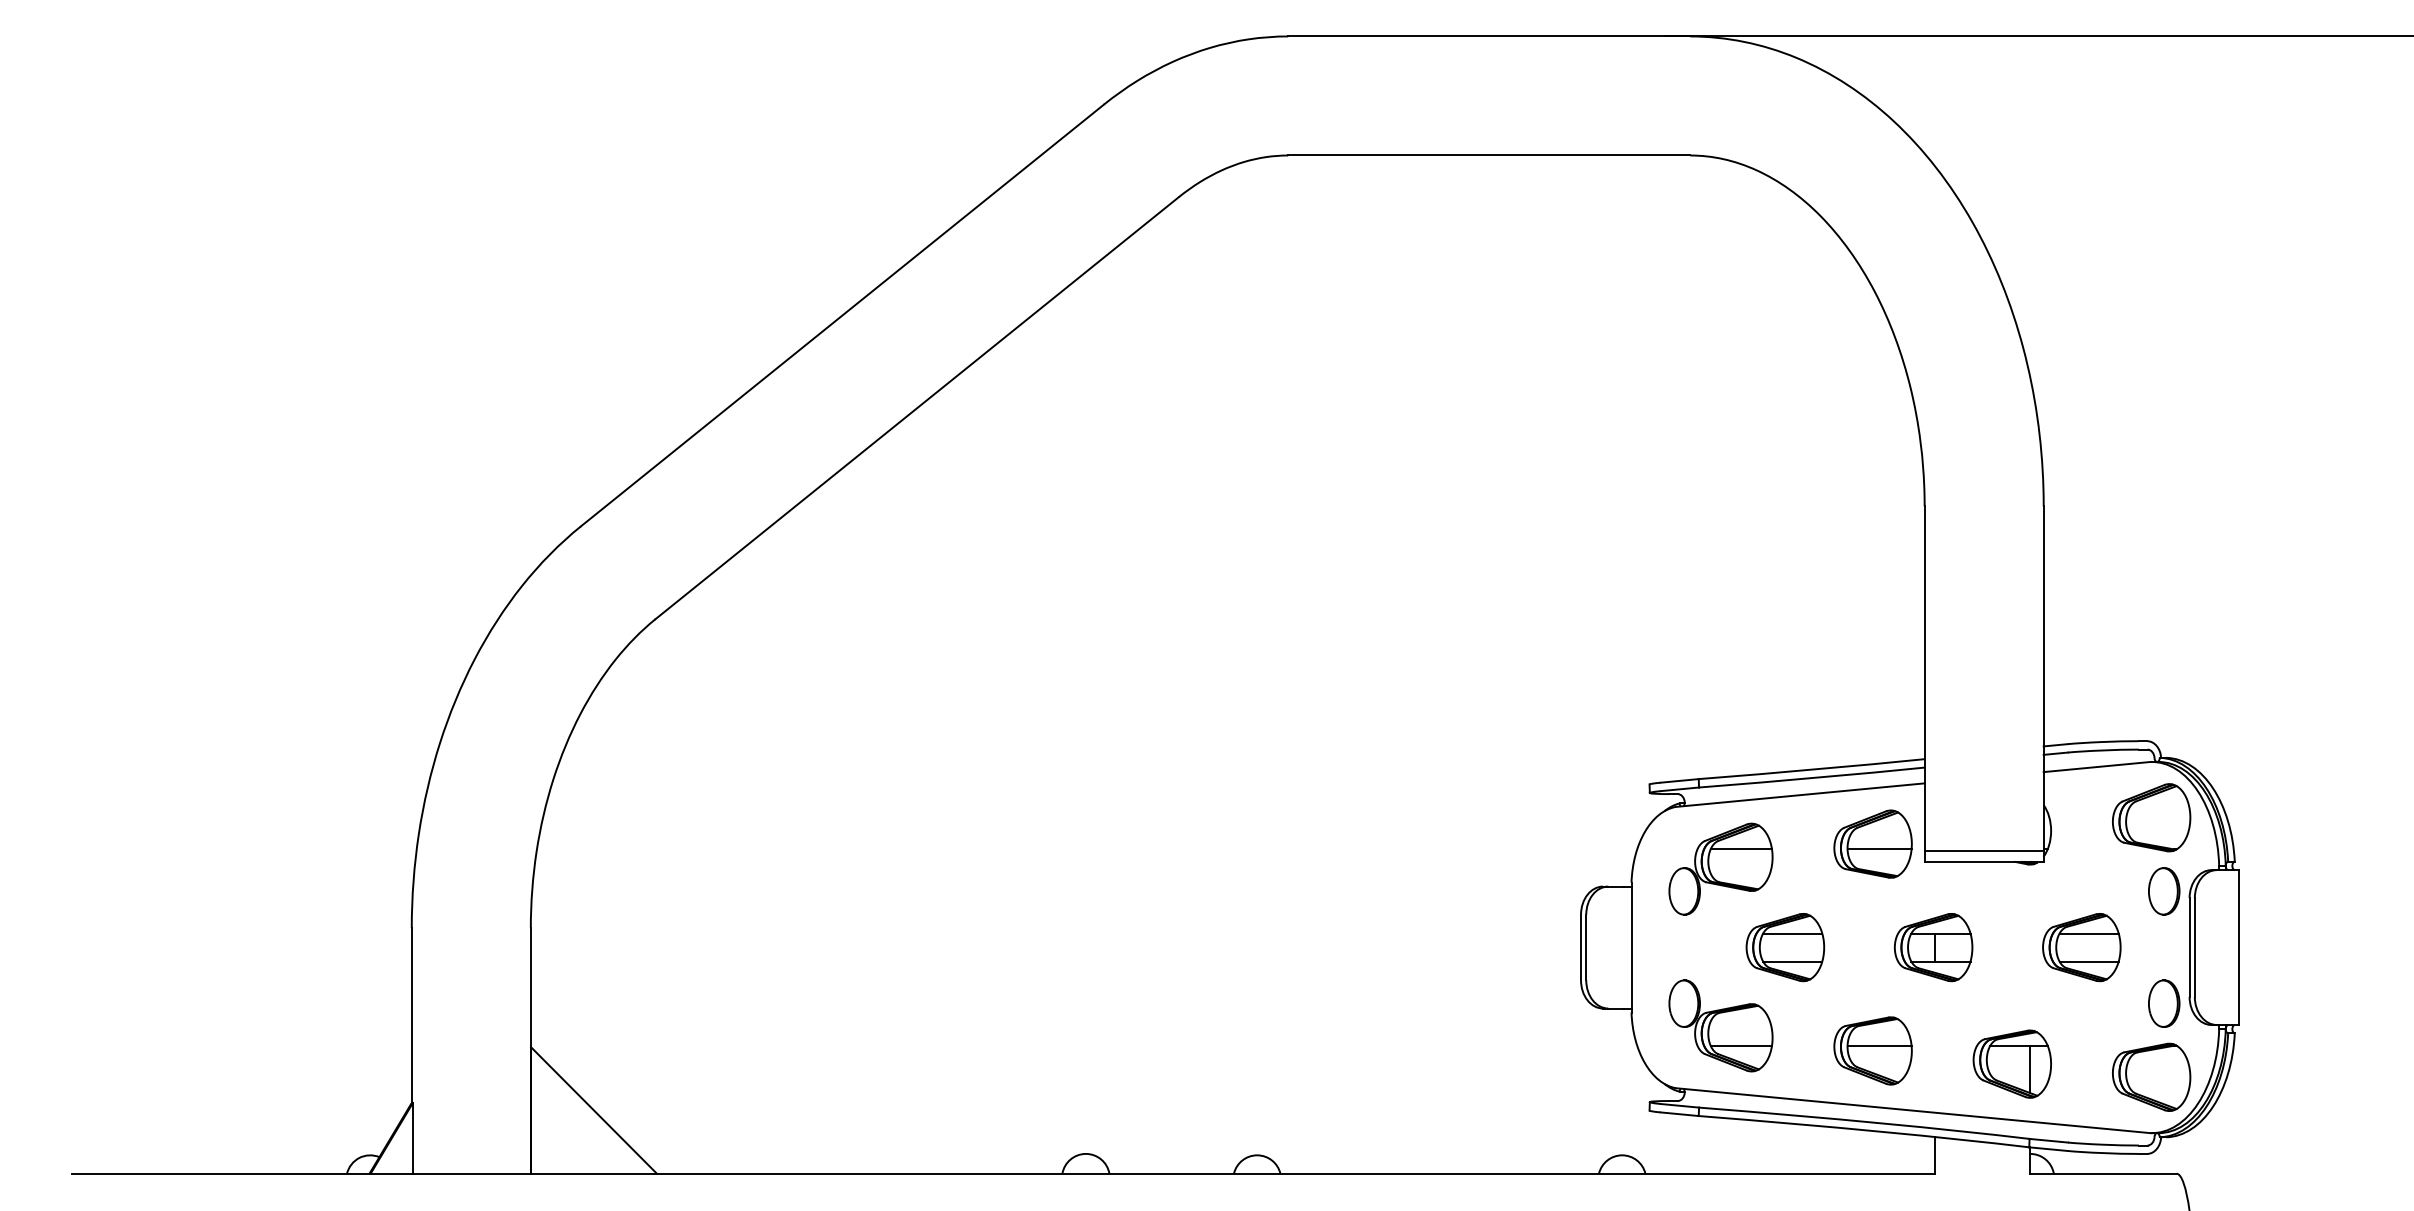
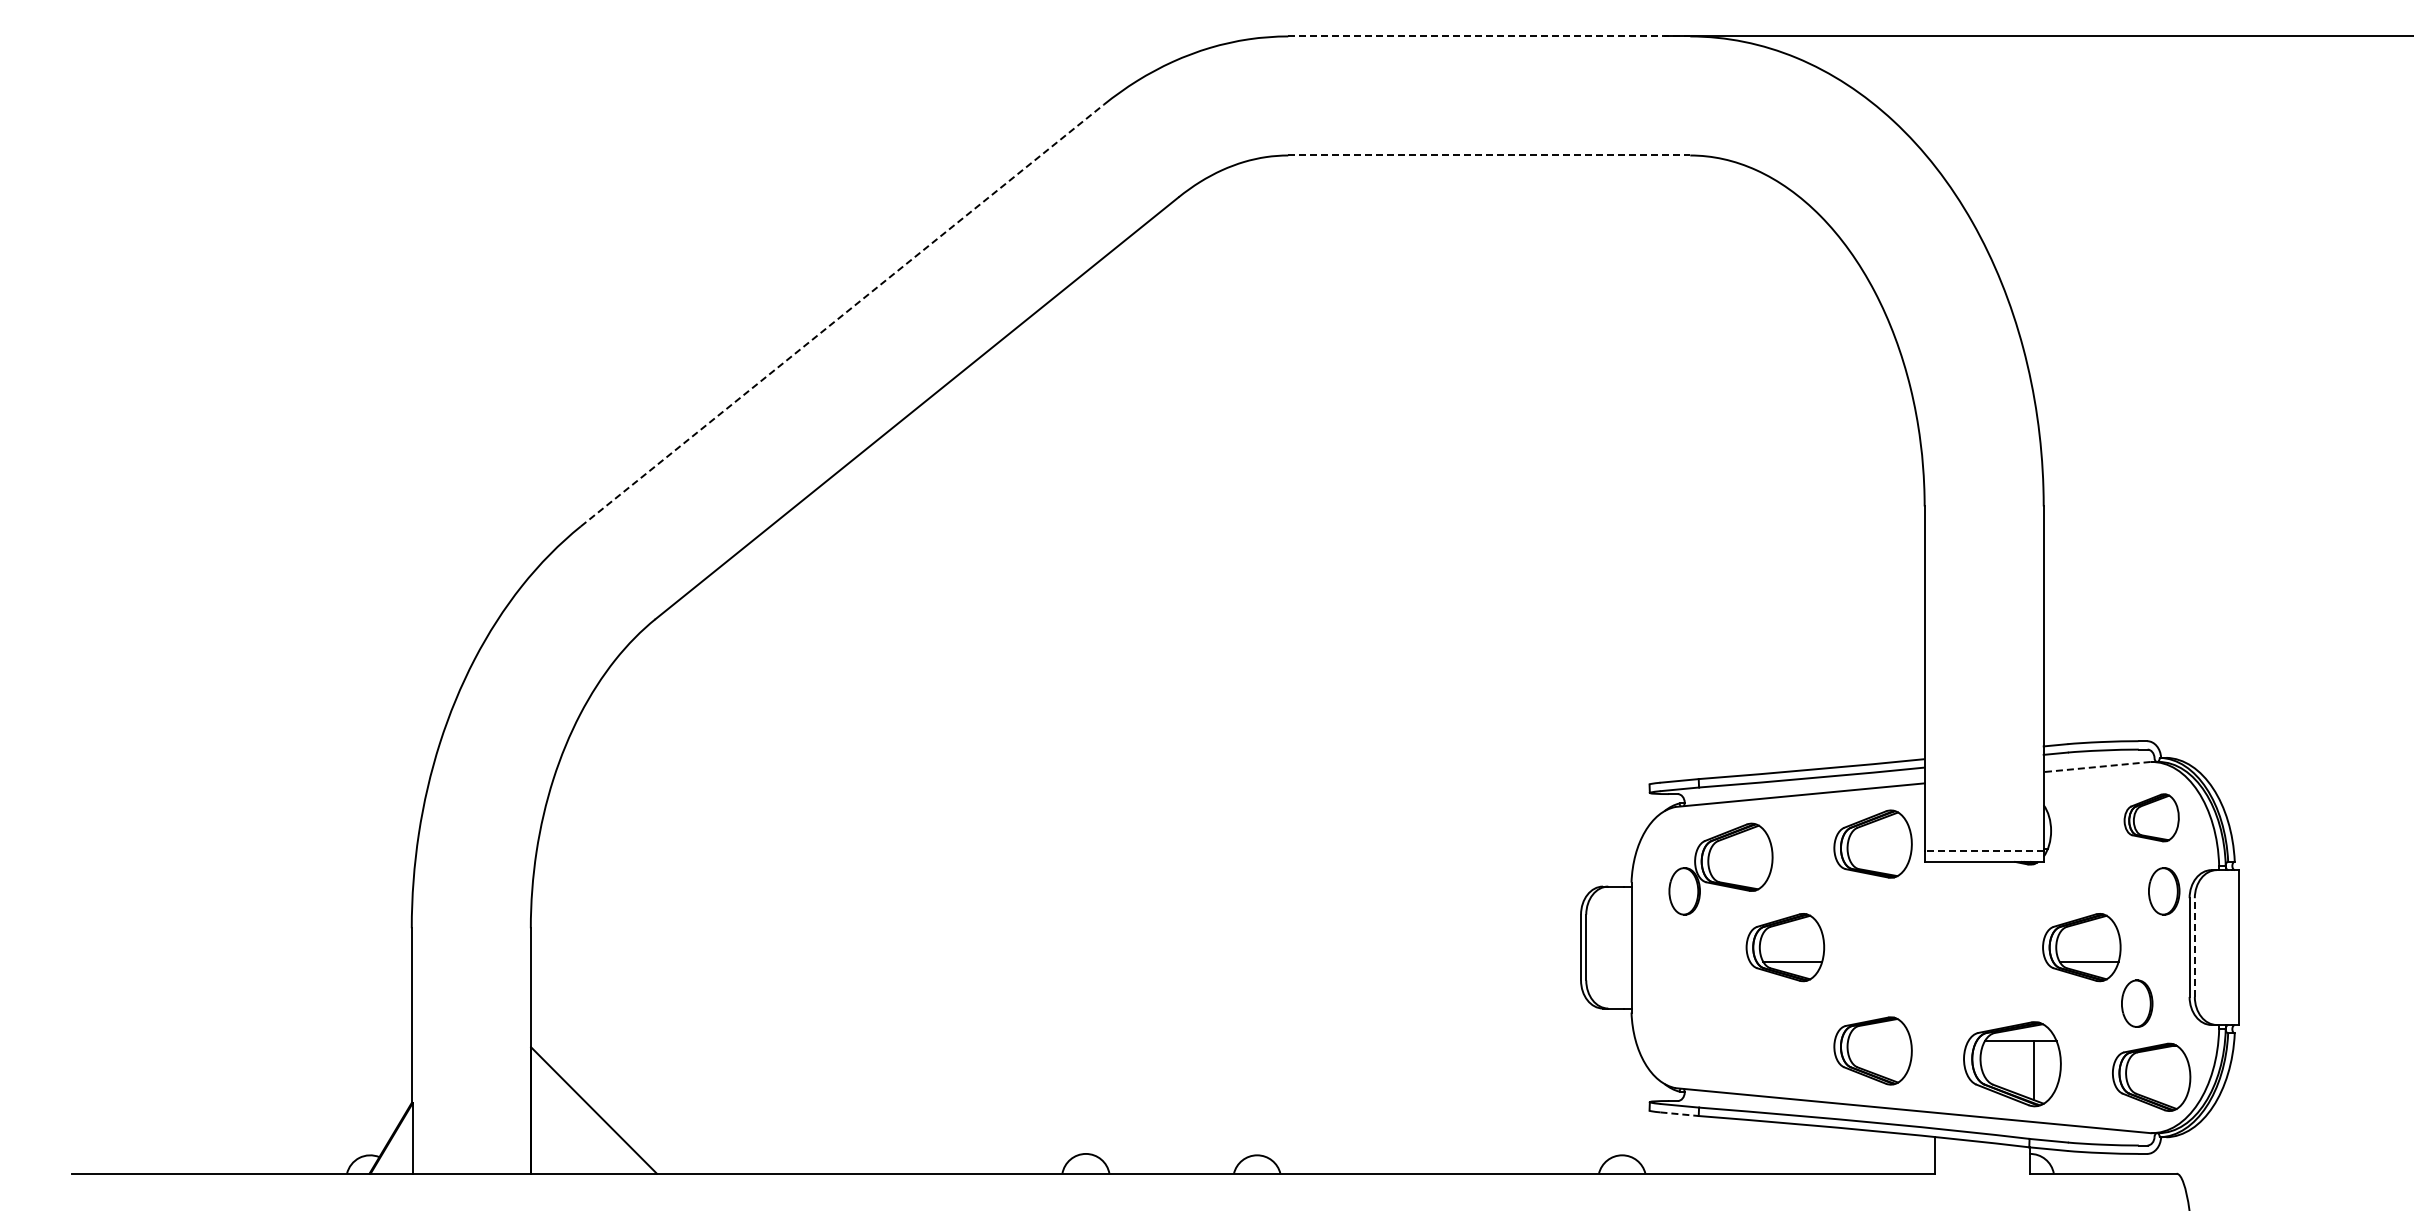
line at (1489, 36): solid -> dashed
line at (1489, 155): solid -> dashed
line at (842, 315): solid -> dashed
line at (2097, 767): solid -> dashed
part at (2151, 817) size: 80x70 px -> 57x50 px
line at (1741, 849): present -> none
line at (1879, 849): present -> none
line at (1984, 850): solid -> dashed
line at (1792, 933): present -> none
line at (2088, 933): present -> none
part at (1933, 947): present -> none
line at (2194, 947): solid -> dashed
part at (2164, 1003) position: (2164, 1003) -> (2137, 1003)
part at (1720, 1025): present -> none
line at (1879, 1045): present -> none
part at (2011, 1063) size: 80x70 px -> 99x87 px
line at (1680, 1114): solid -> dashed
